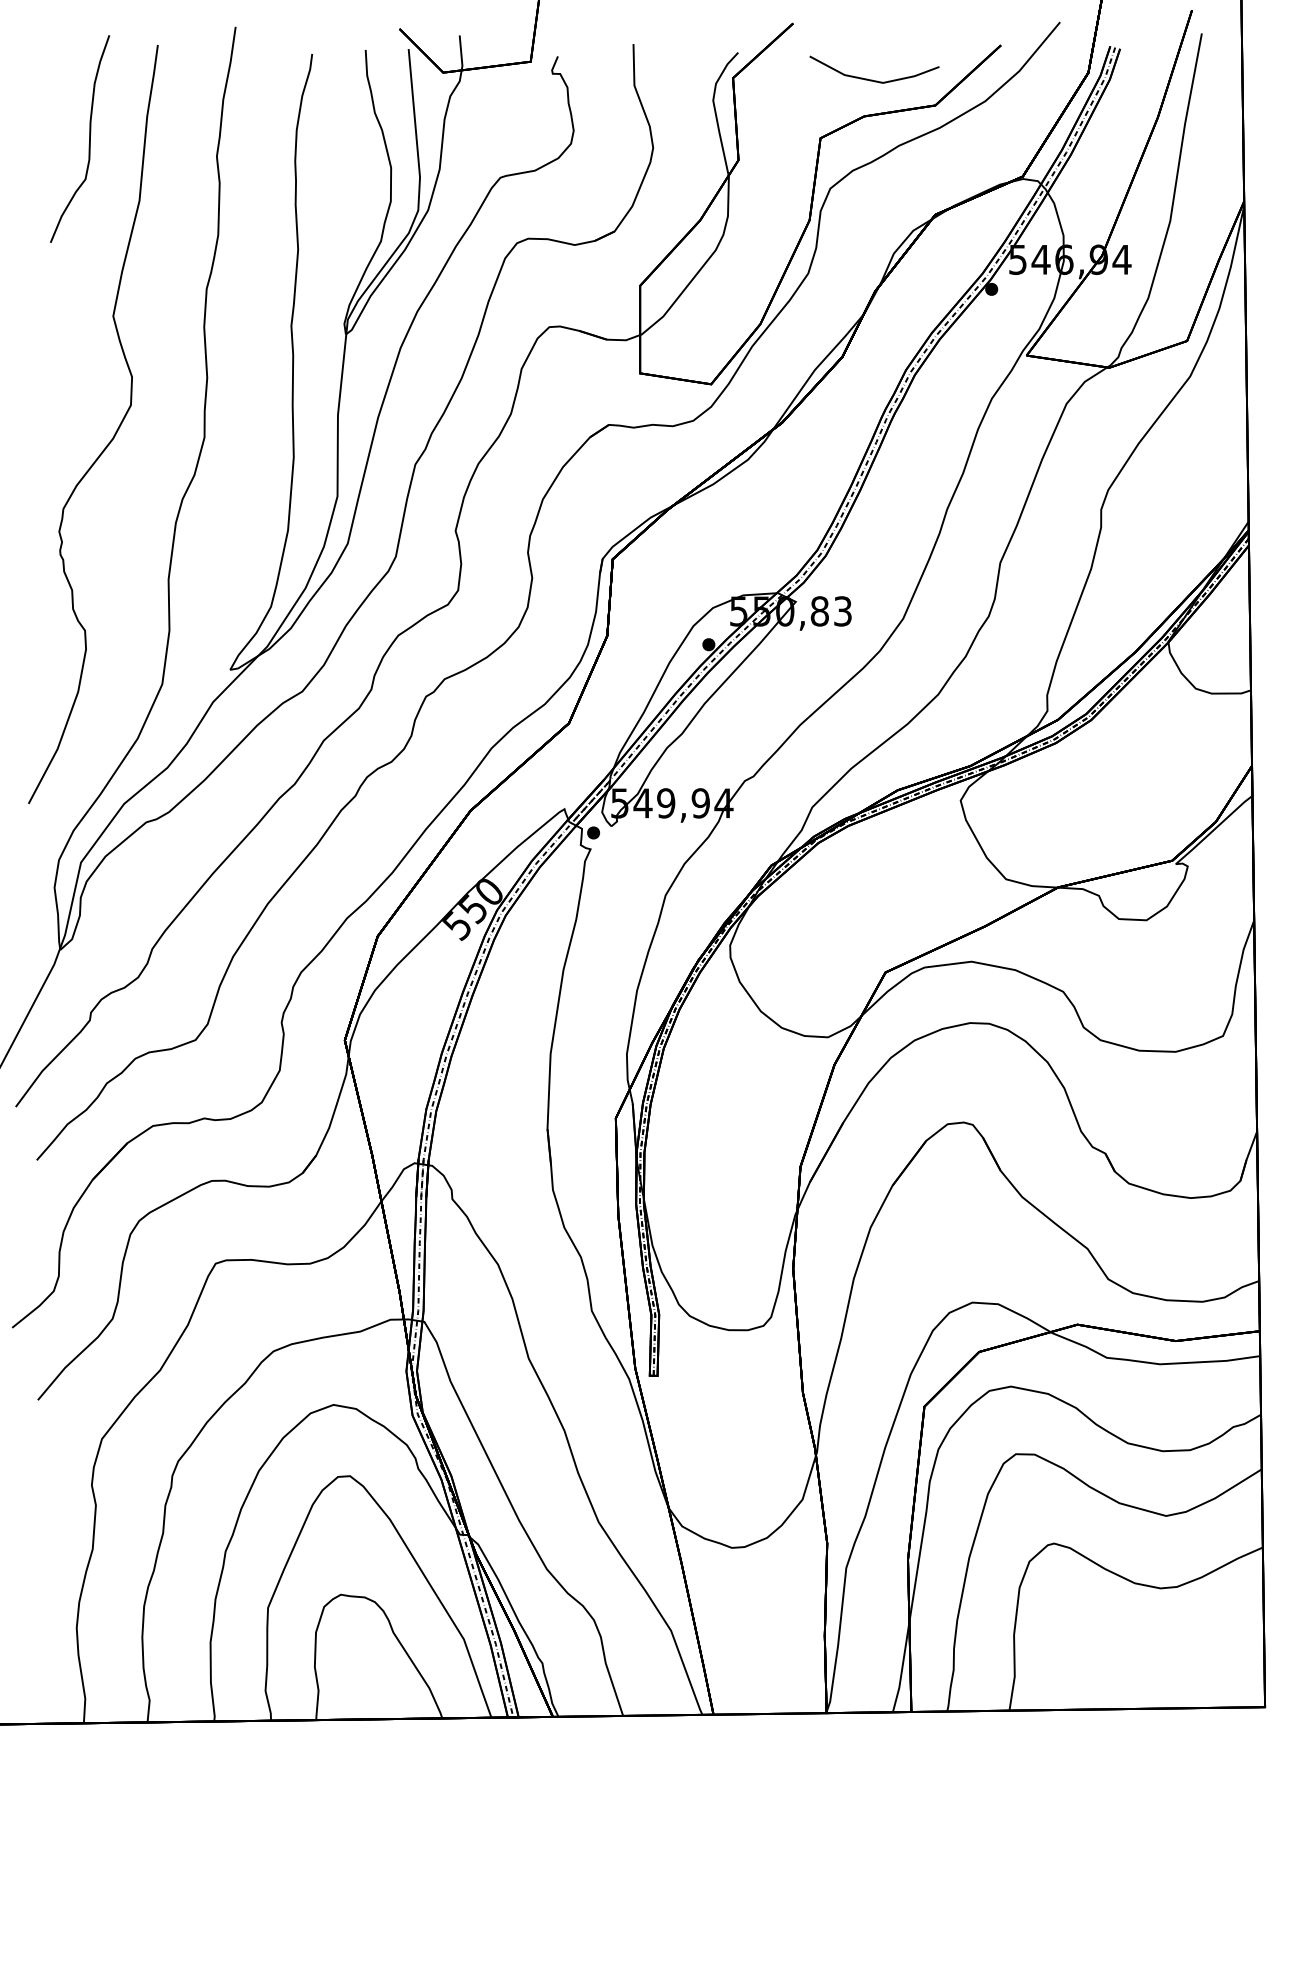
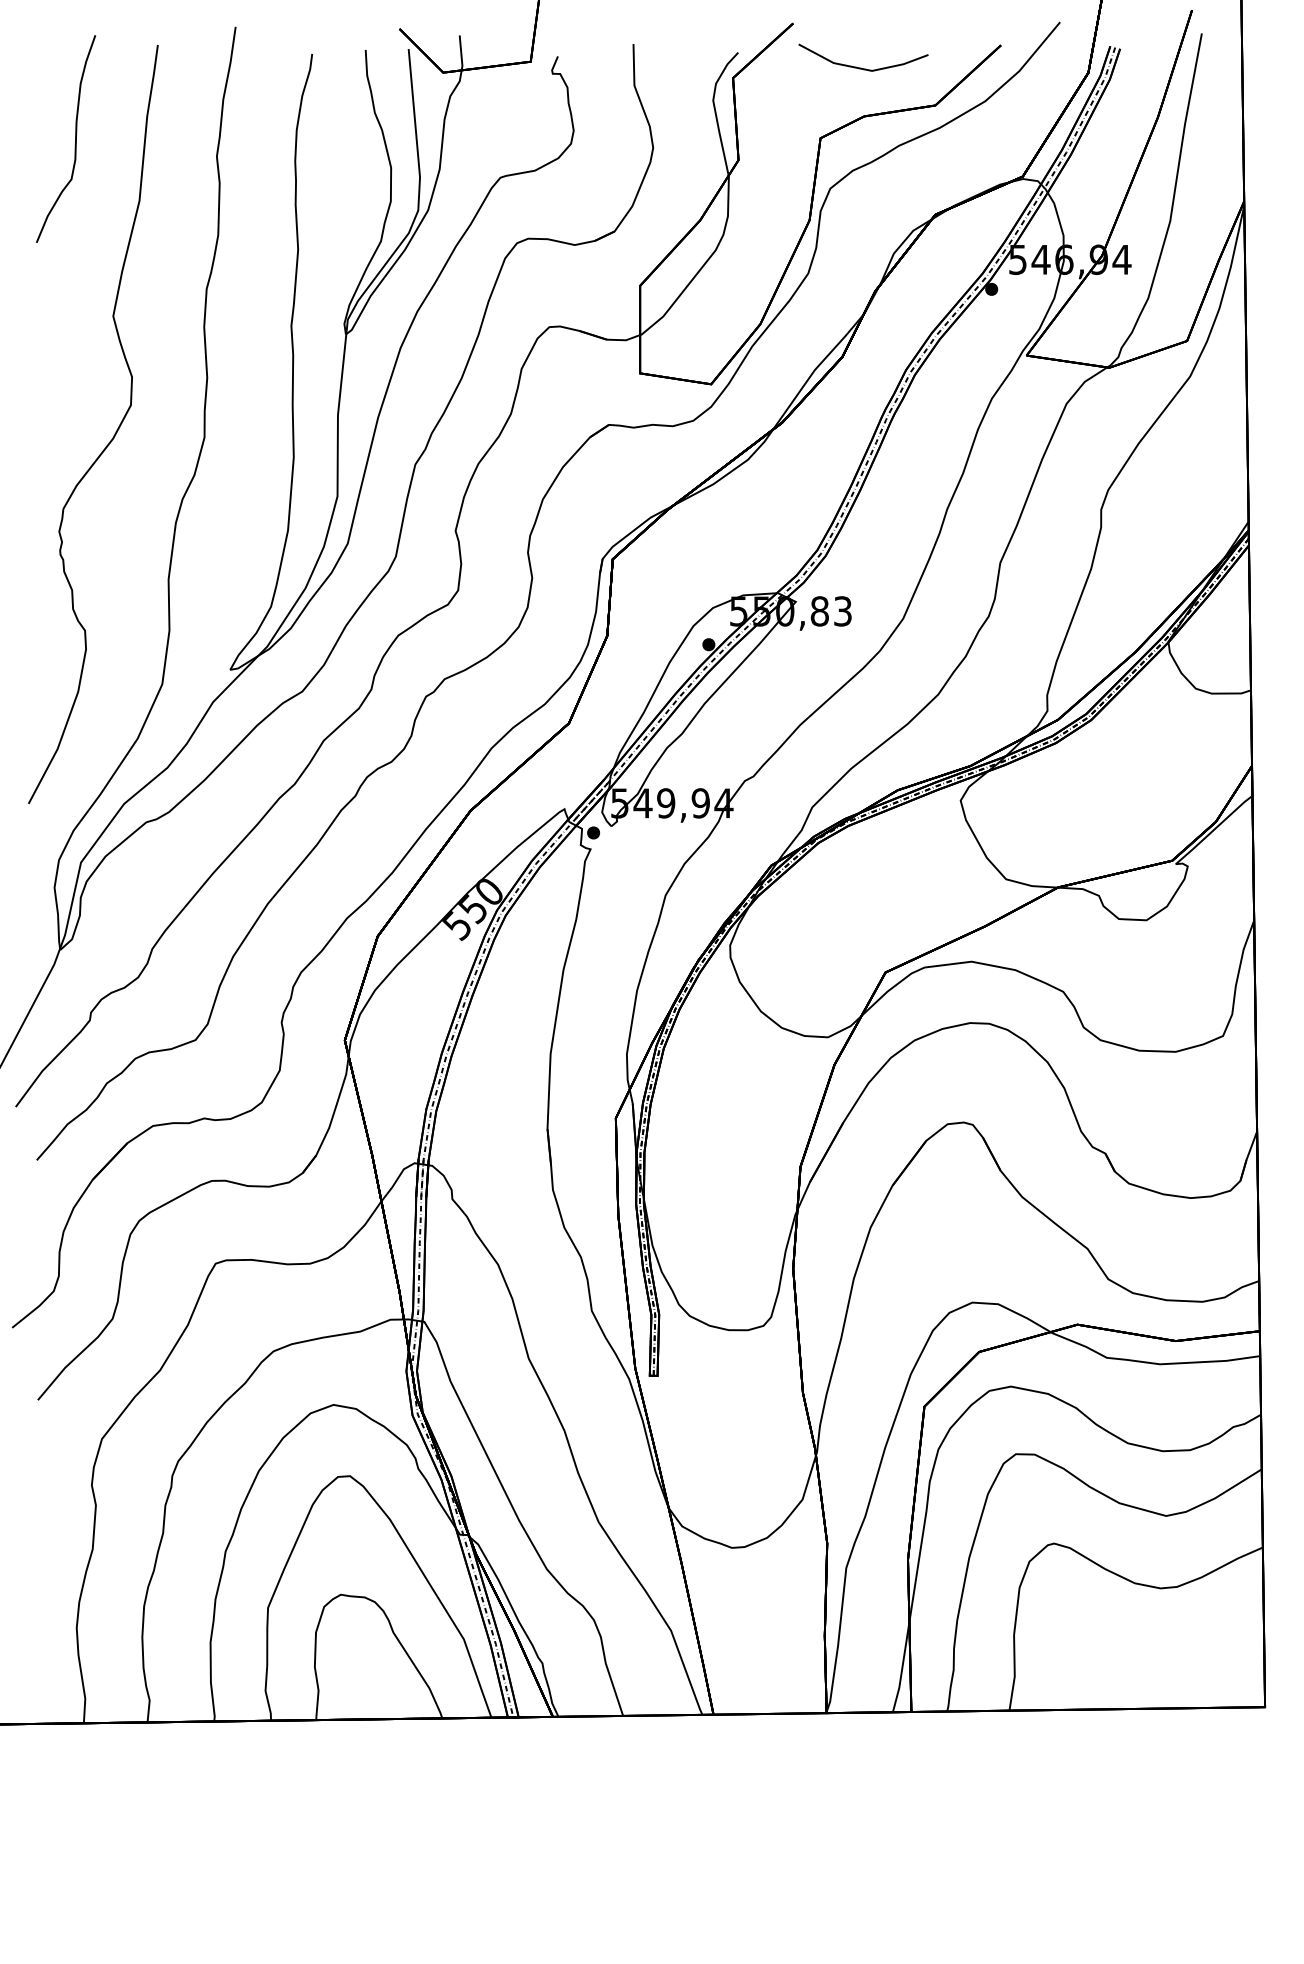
line at (872, 79) position: (872, 79) -> (861, 67)
curve at (89, 138) position: (89, 138) -> (75, 138)
